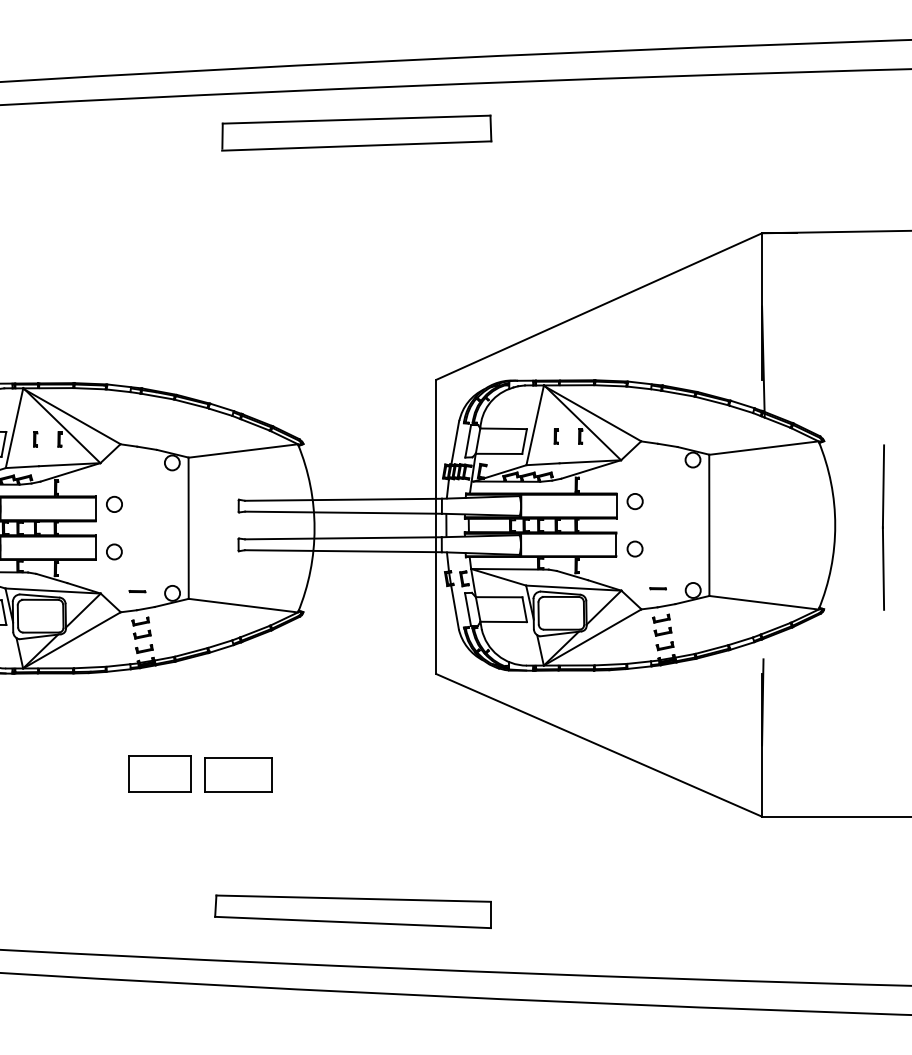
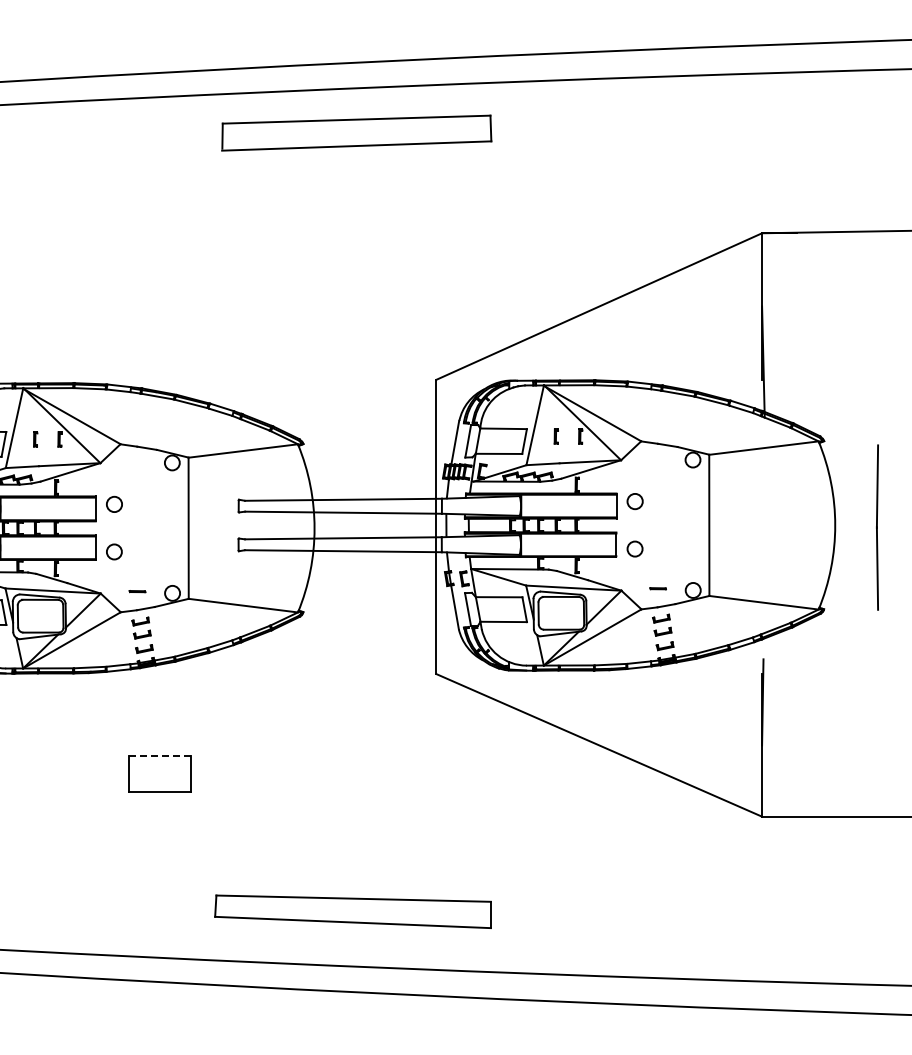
line at (883, 527) position: (883, 527) -> (877, 527)
line at (159, 756): solid -> dashed
part at (238, 774): present -> none
